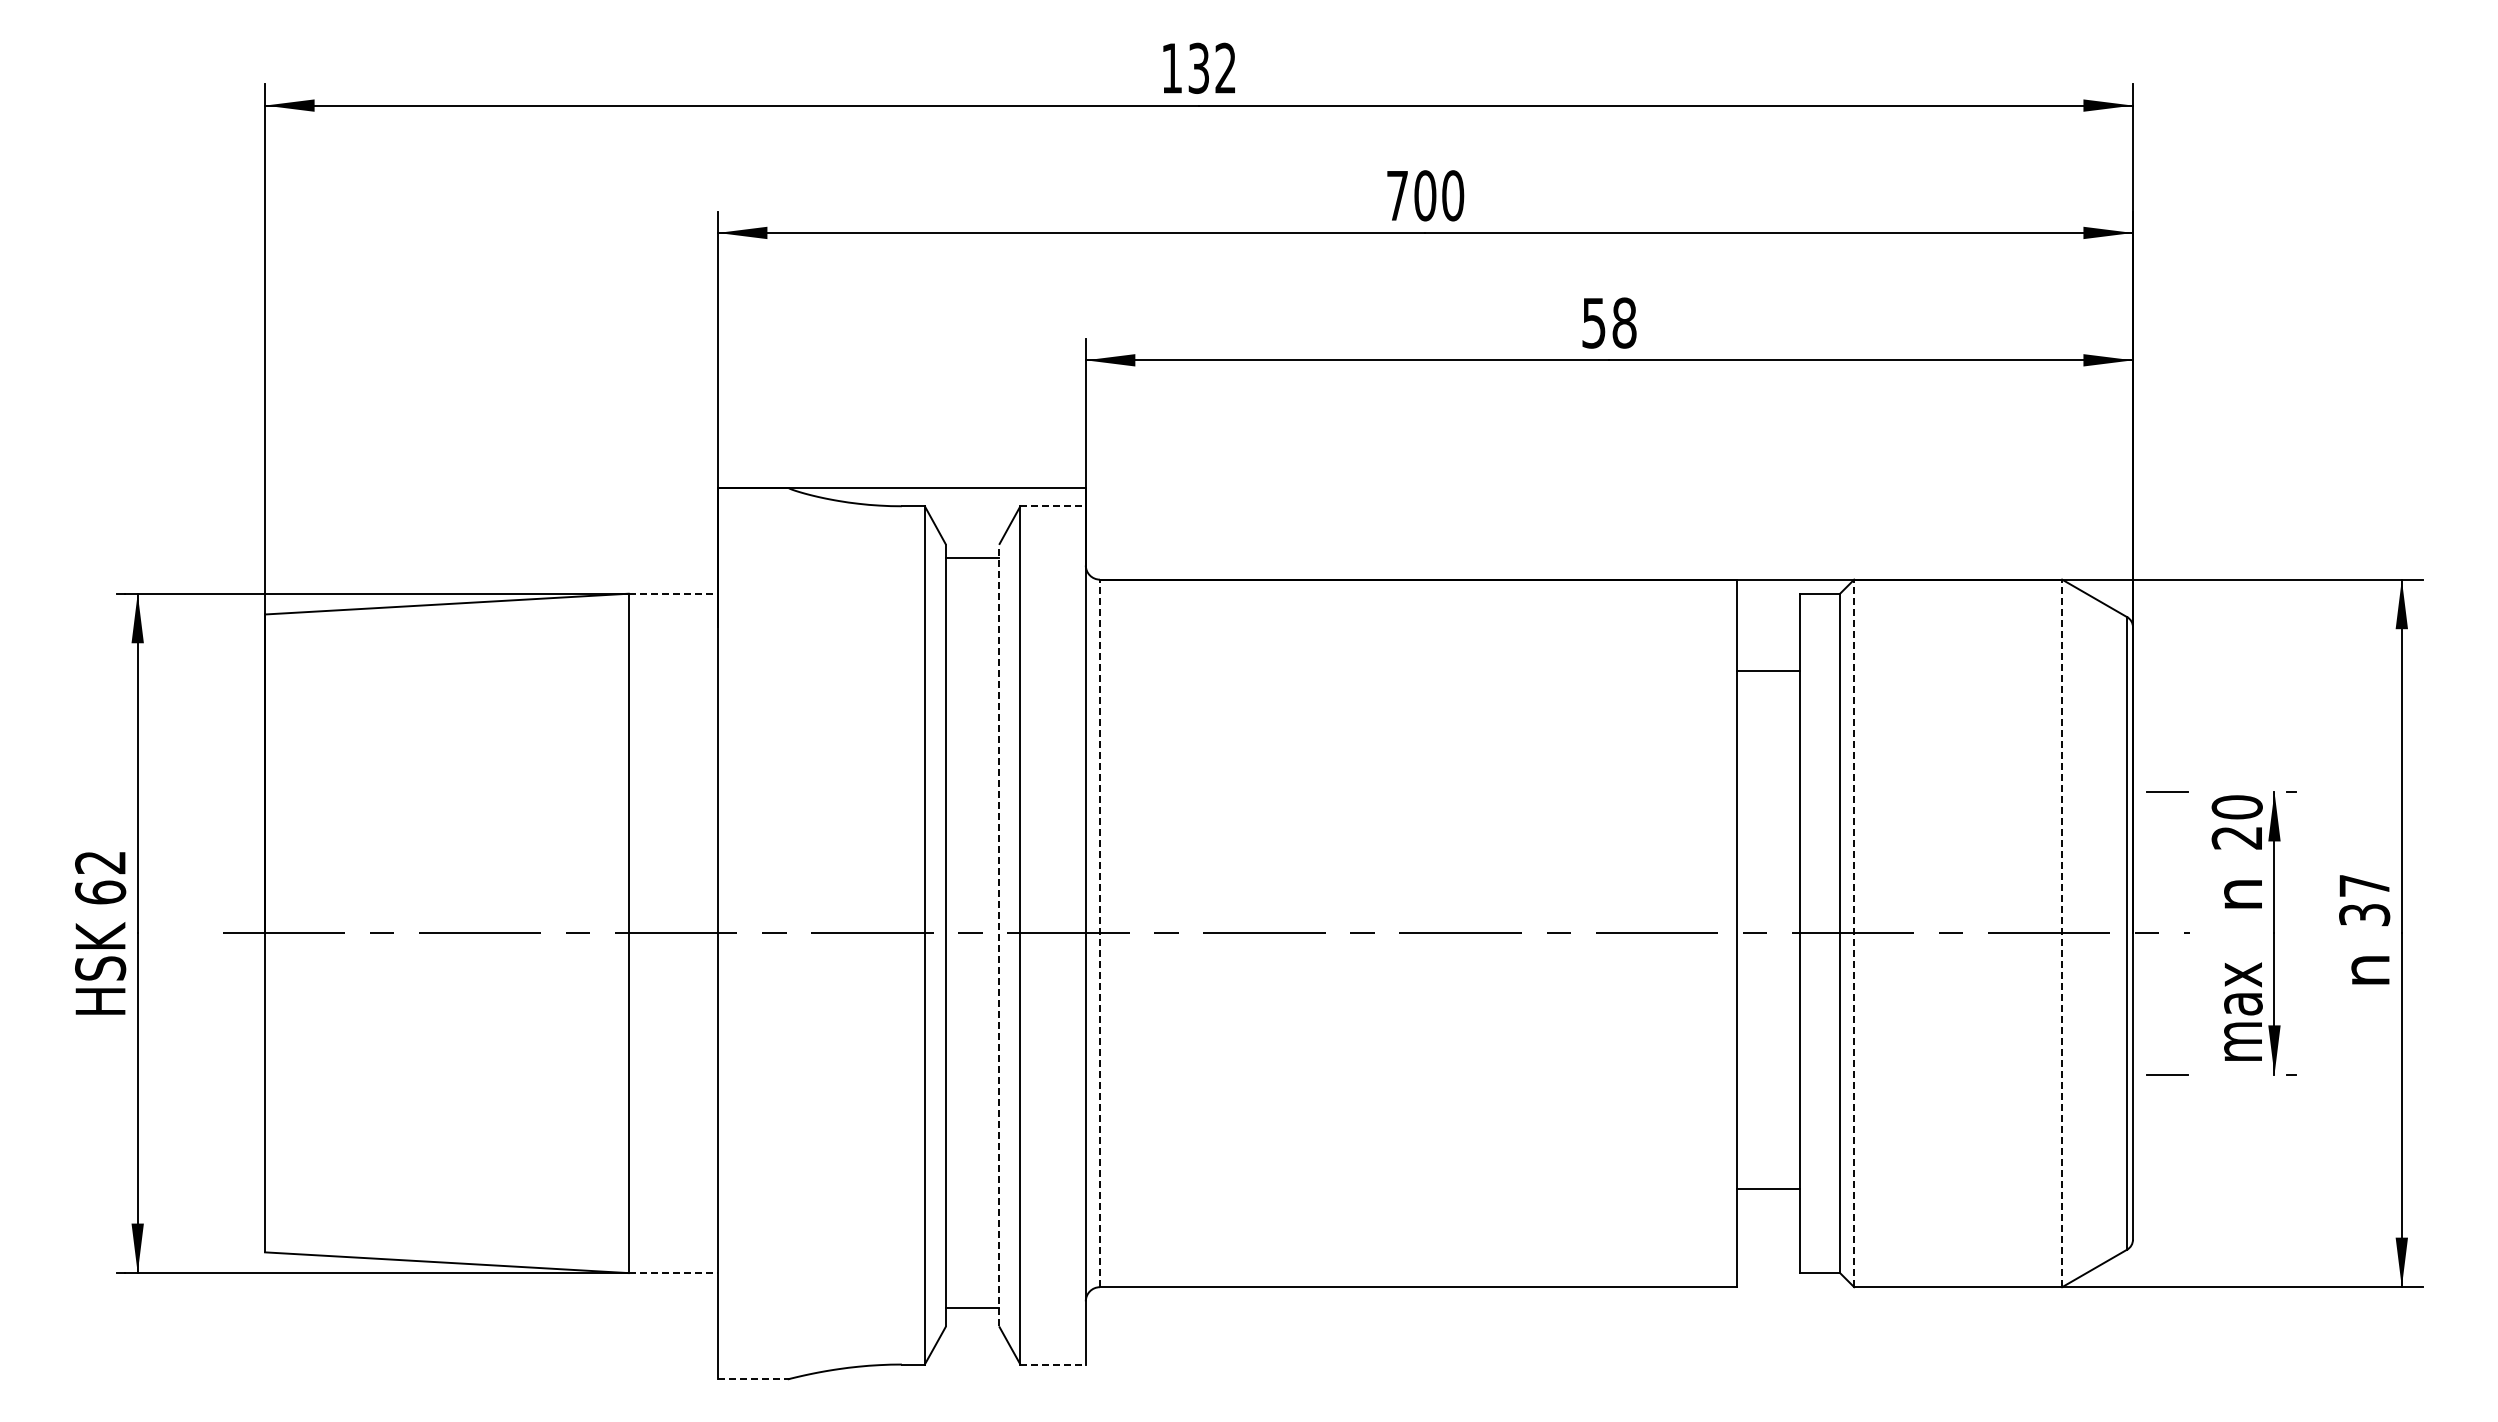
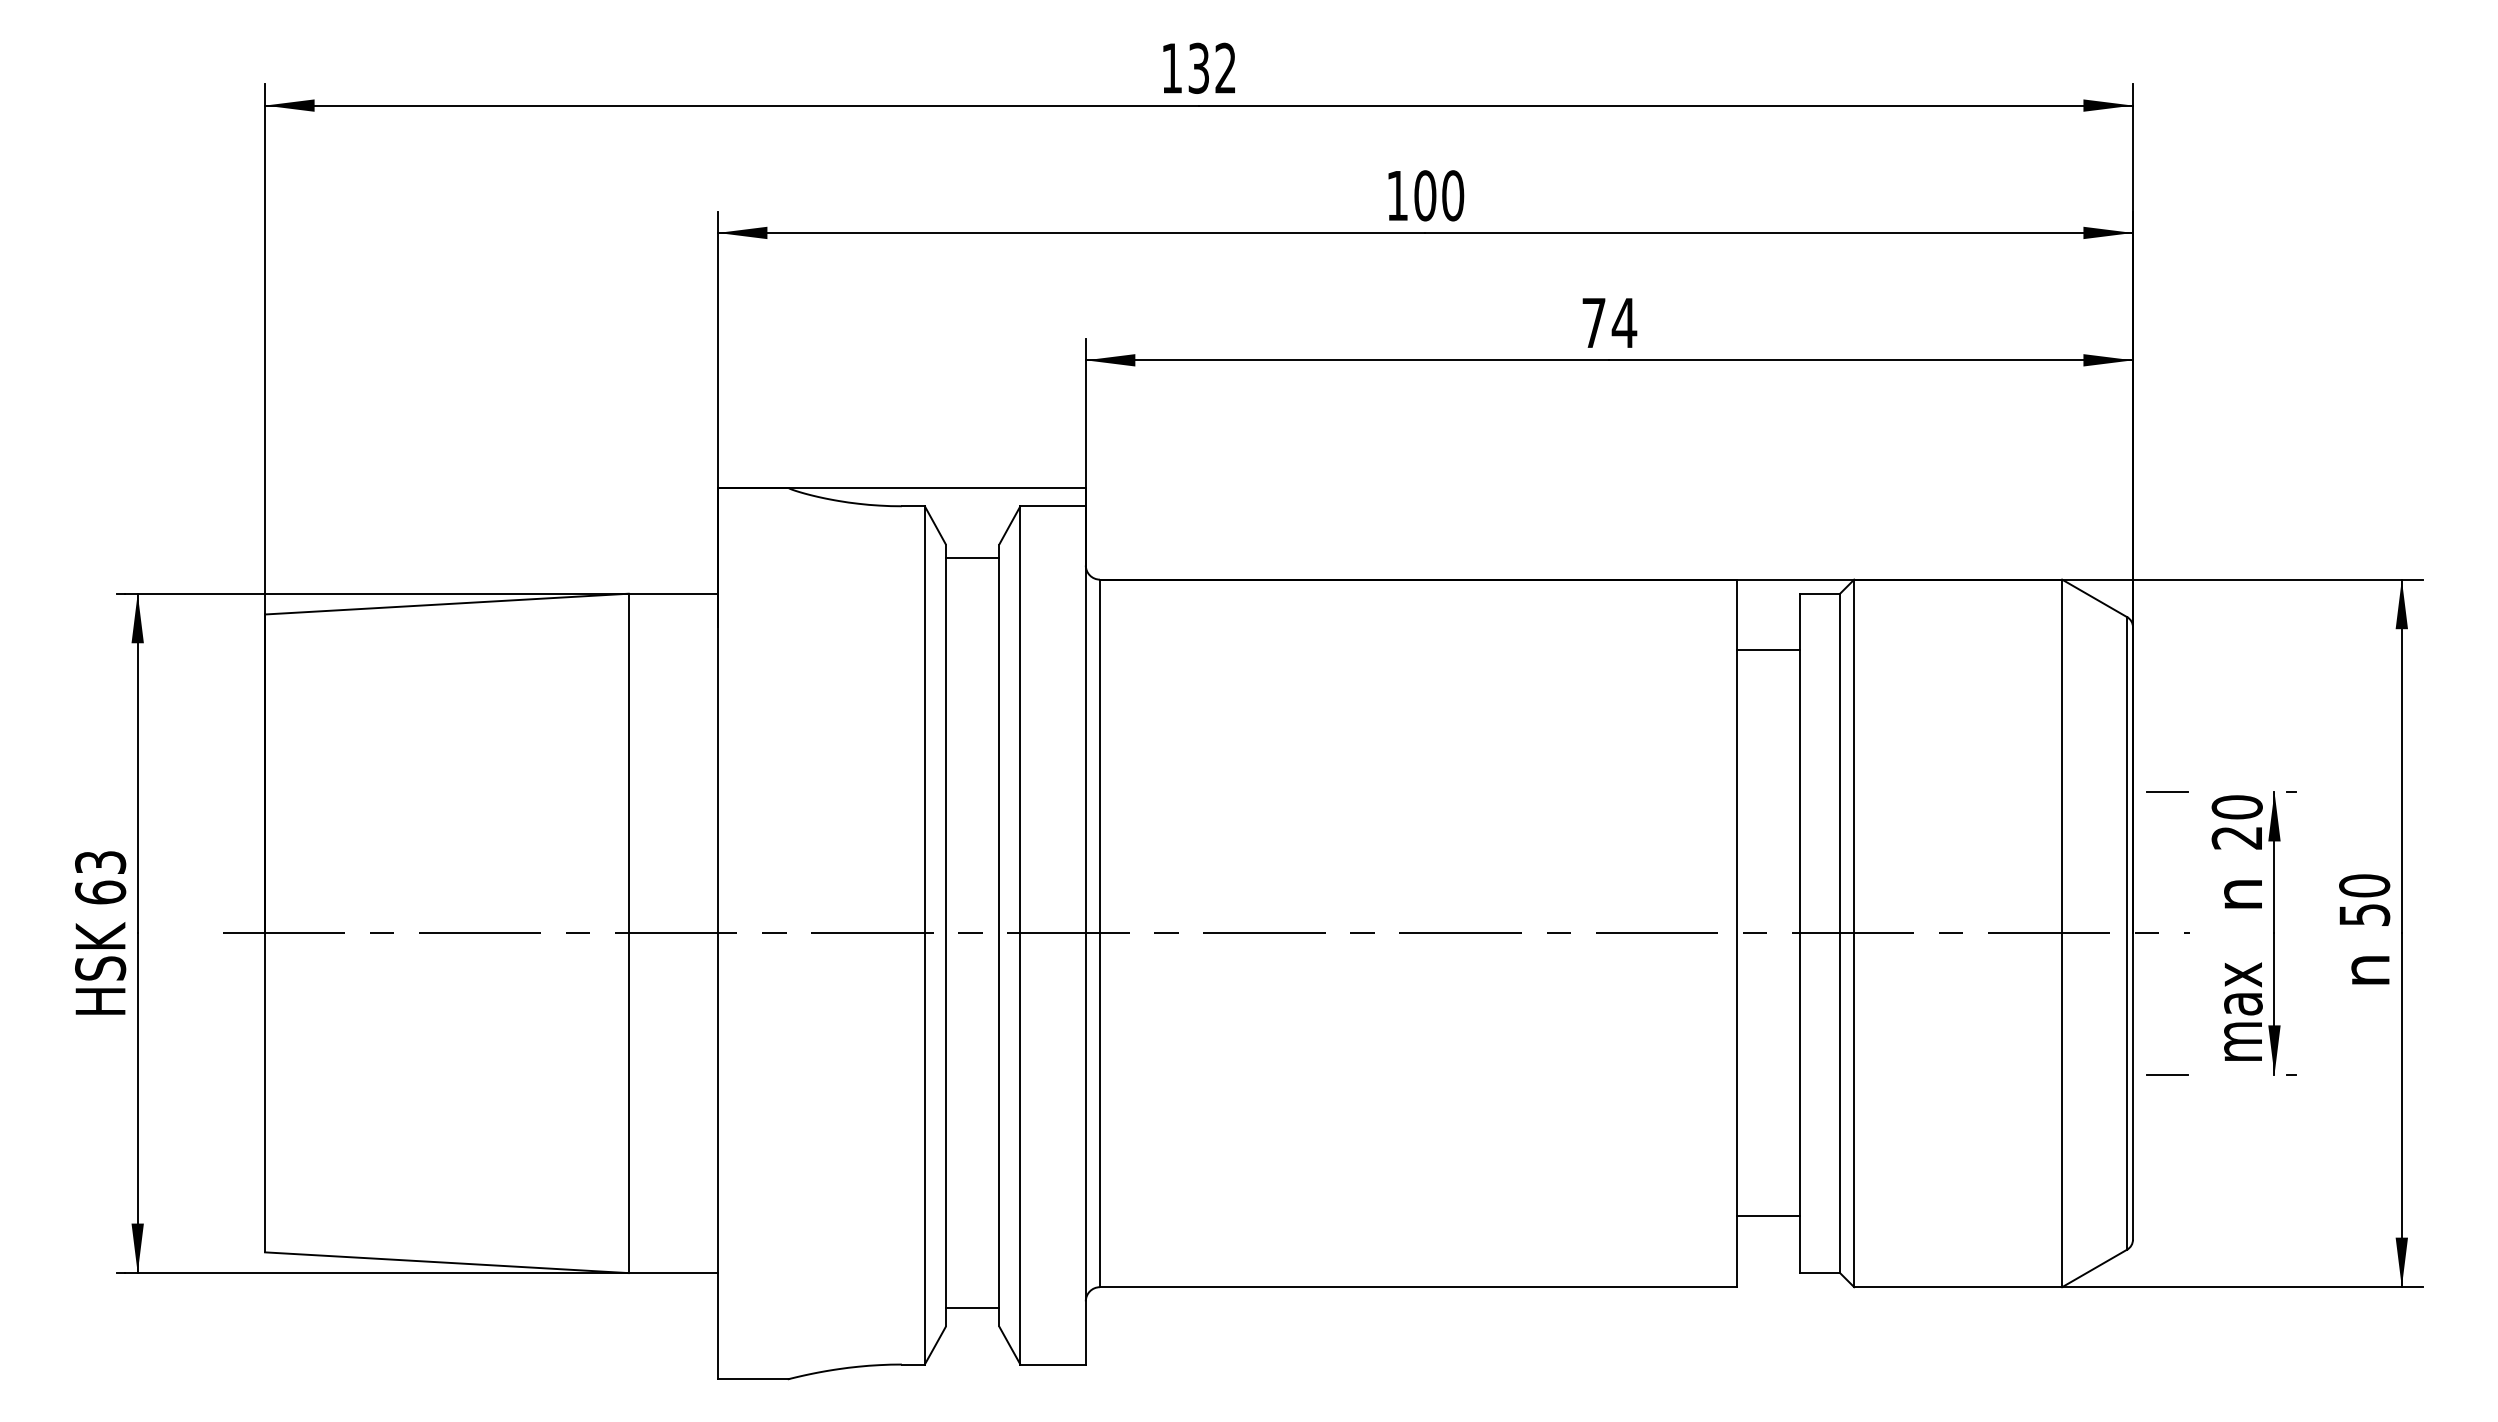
text at (1397, 195): 700 -> 100
text at (1609, 322): 58 -> 74
line at (1053, 506): dashed -> solid
line at (673, 593): dashed -> solid
line at (1768, 671) position: (1768, 671) -> (1768, 650)
text at (100, 862): 62 -> 63
text at (2364, 899): 37 -> 50
line at (1099, 933): dashed -> solid
line at (1854, 933): dashed -> solid
line at (2062, 933): dashed -> solid
line at (999, 935): dashed -> solid
line at (1768, 1189) position: (1768, 1189) -> (1768, 1216)
line at (673, 1273): dashed -> solid
line at (1053, 1364): dashed -> solid
line at (753, 1379): dashed -> solid
